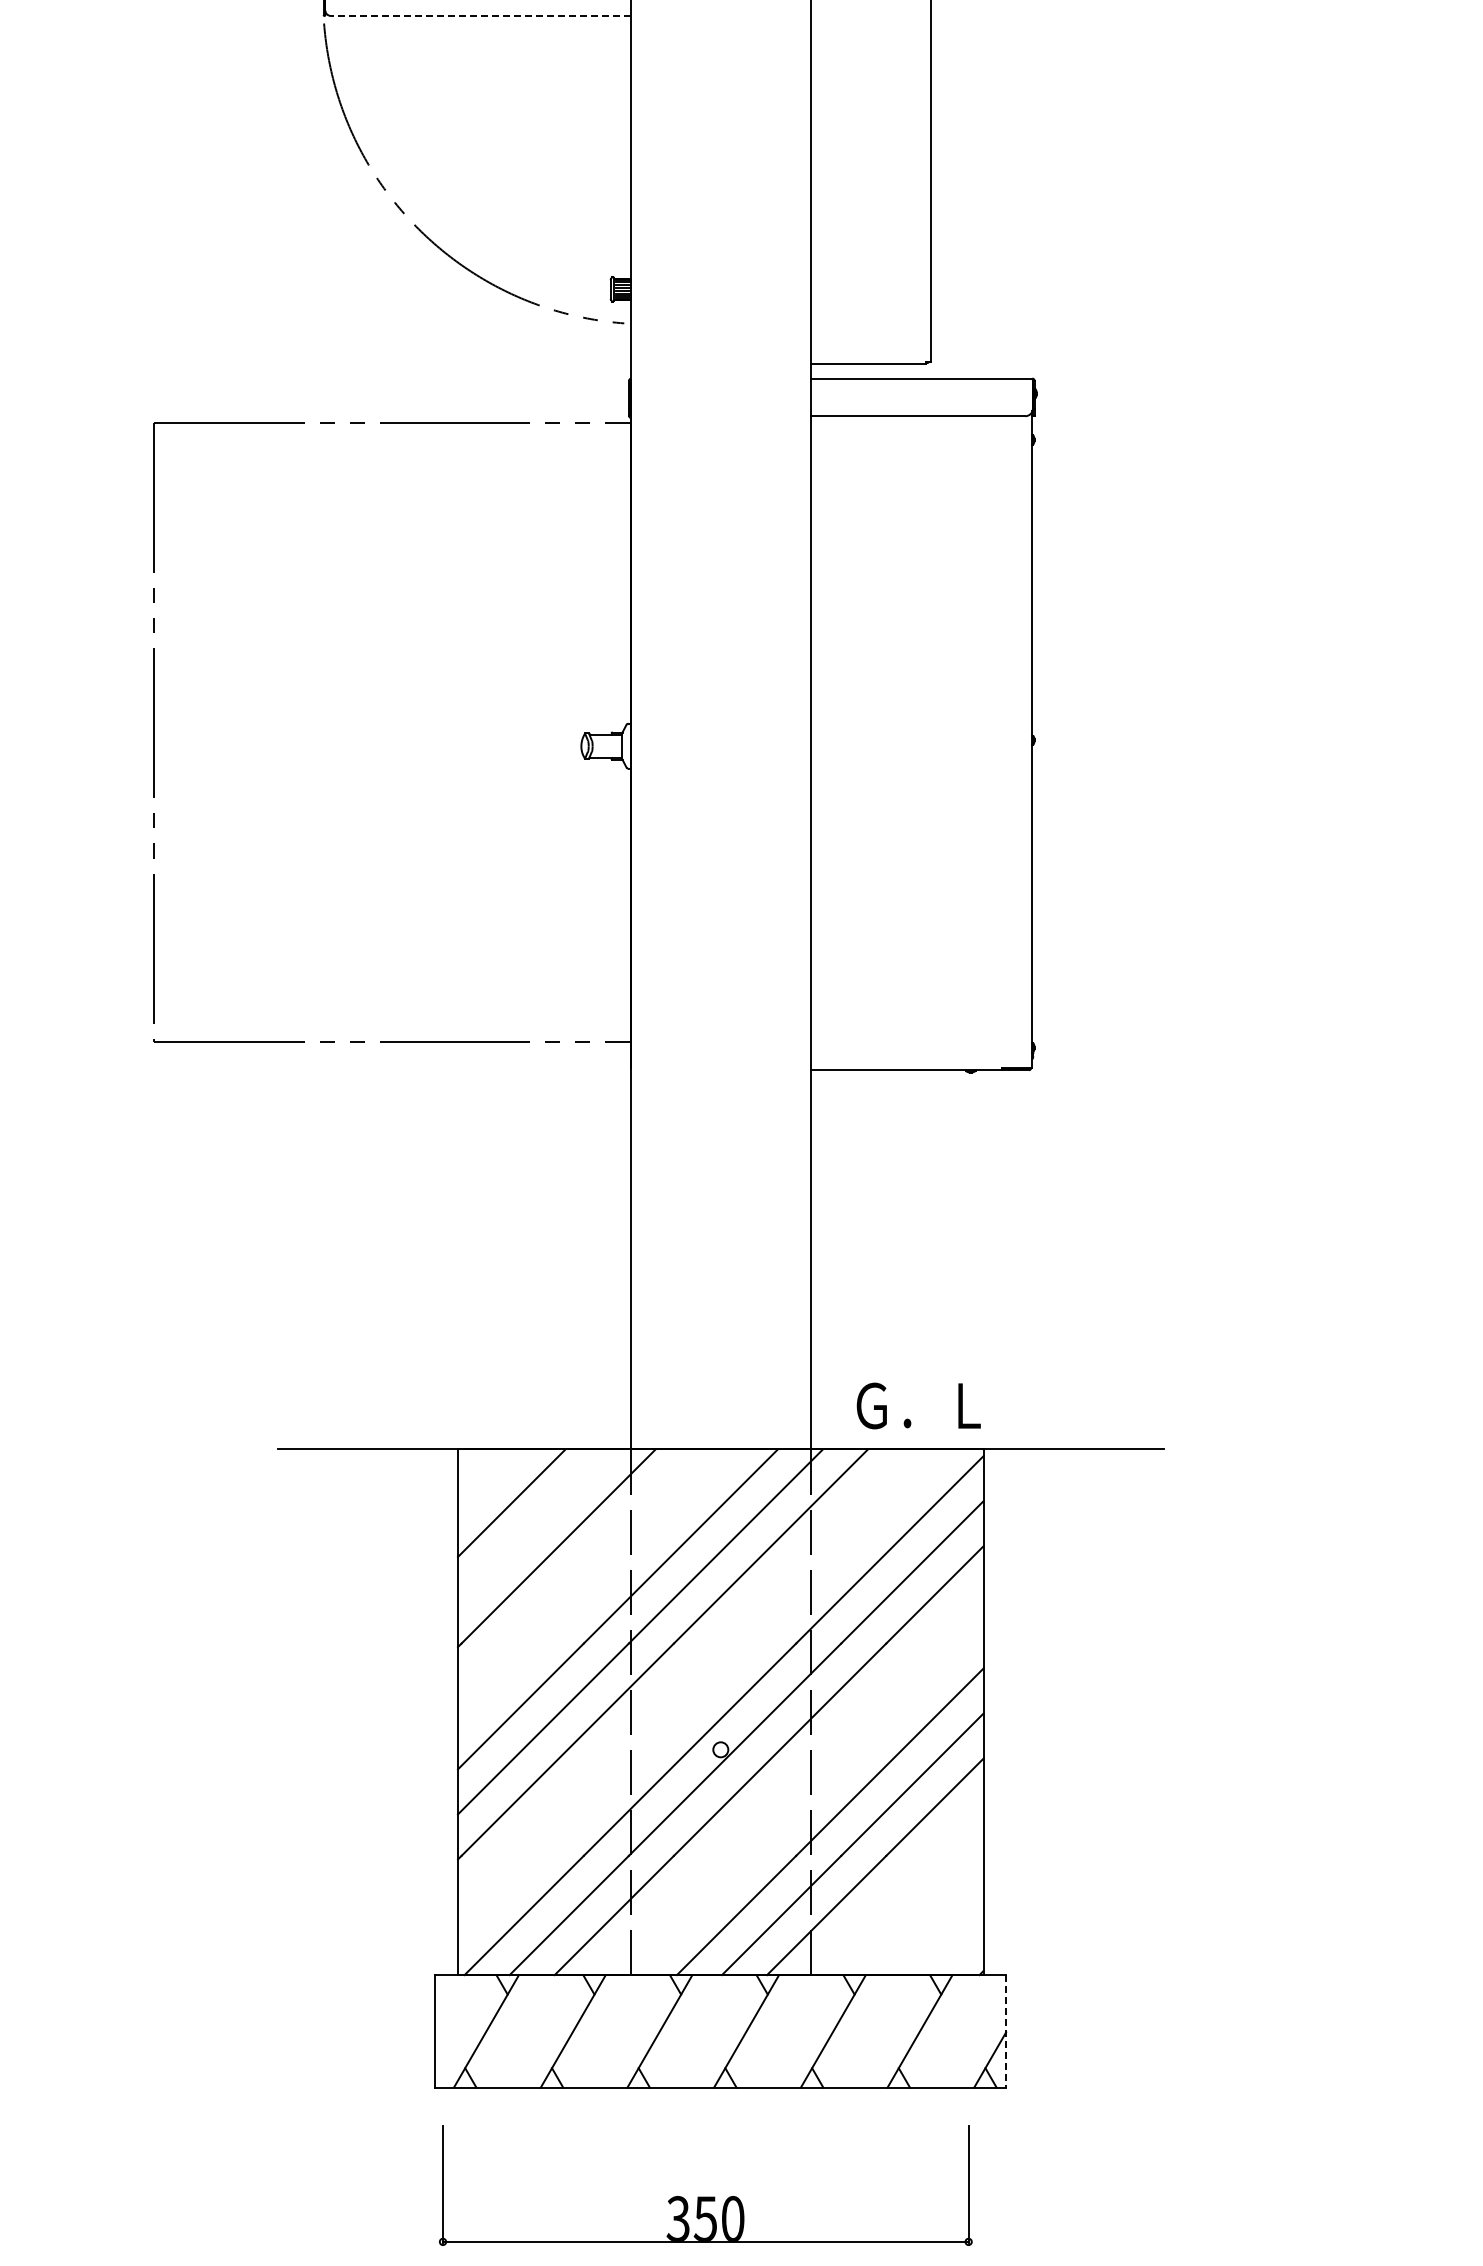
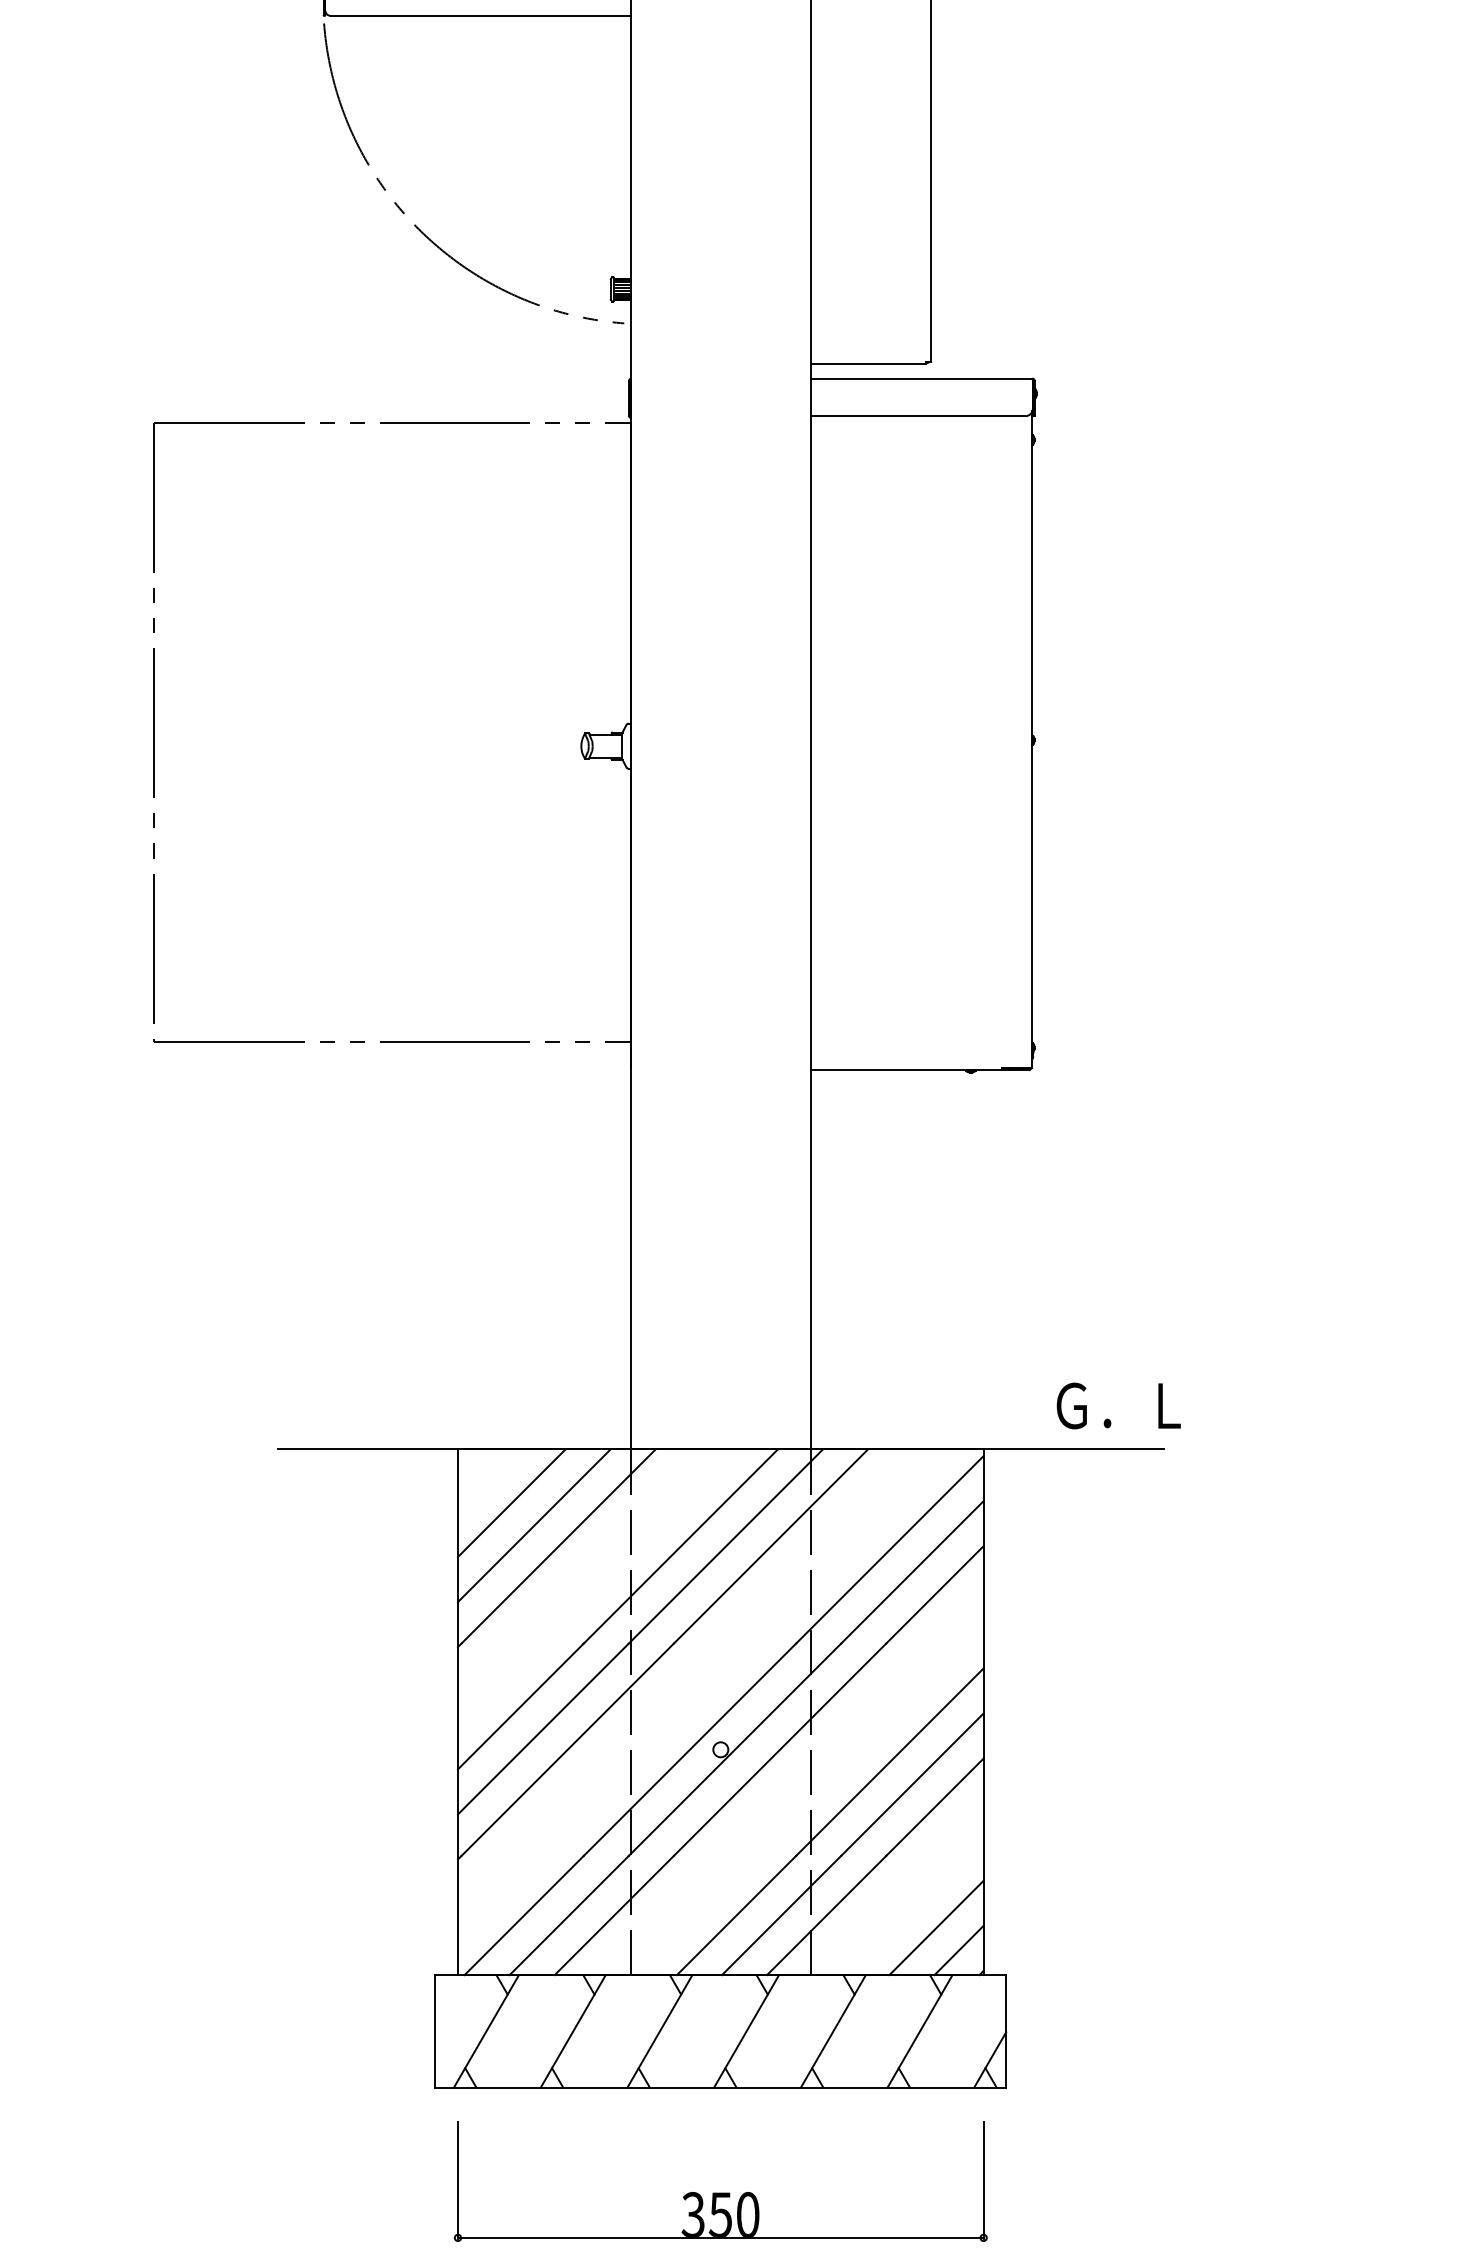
line at (480, 15): dashed -> solid
text at (918, 1405) position: (918, 1405) -> (1118, 1405)
line at (534, 1525): none -> present
line at (936, 1927): none -> present
line at (958, 1950): none -> present
line at (1006, 2031): dashed -> solid
part at (705, 2196) position: (705, 2196) -> (720, 2192)
